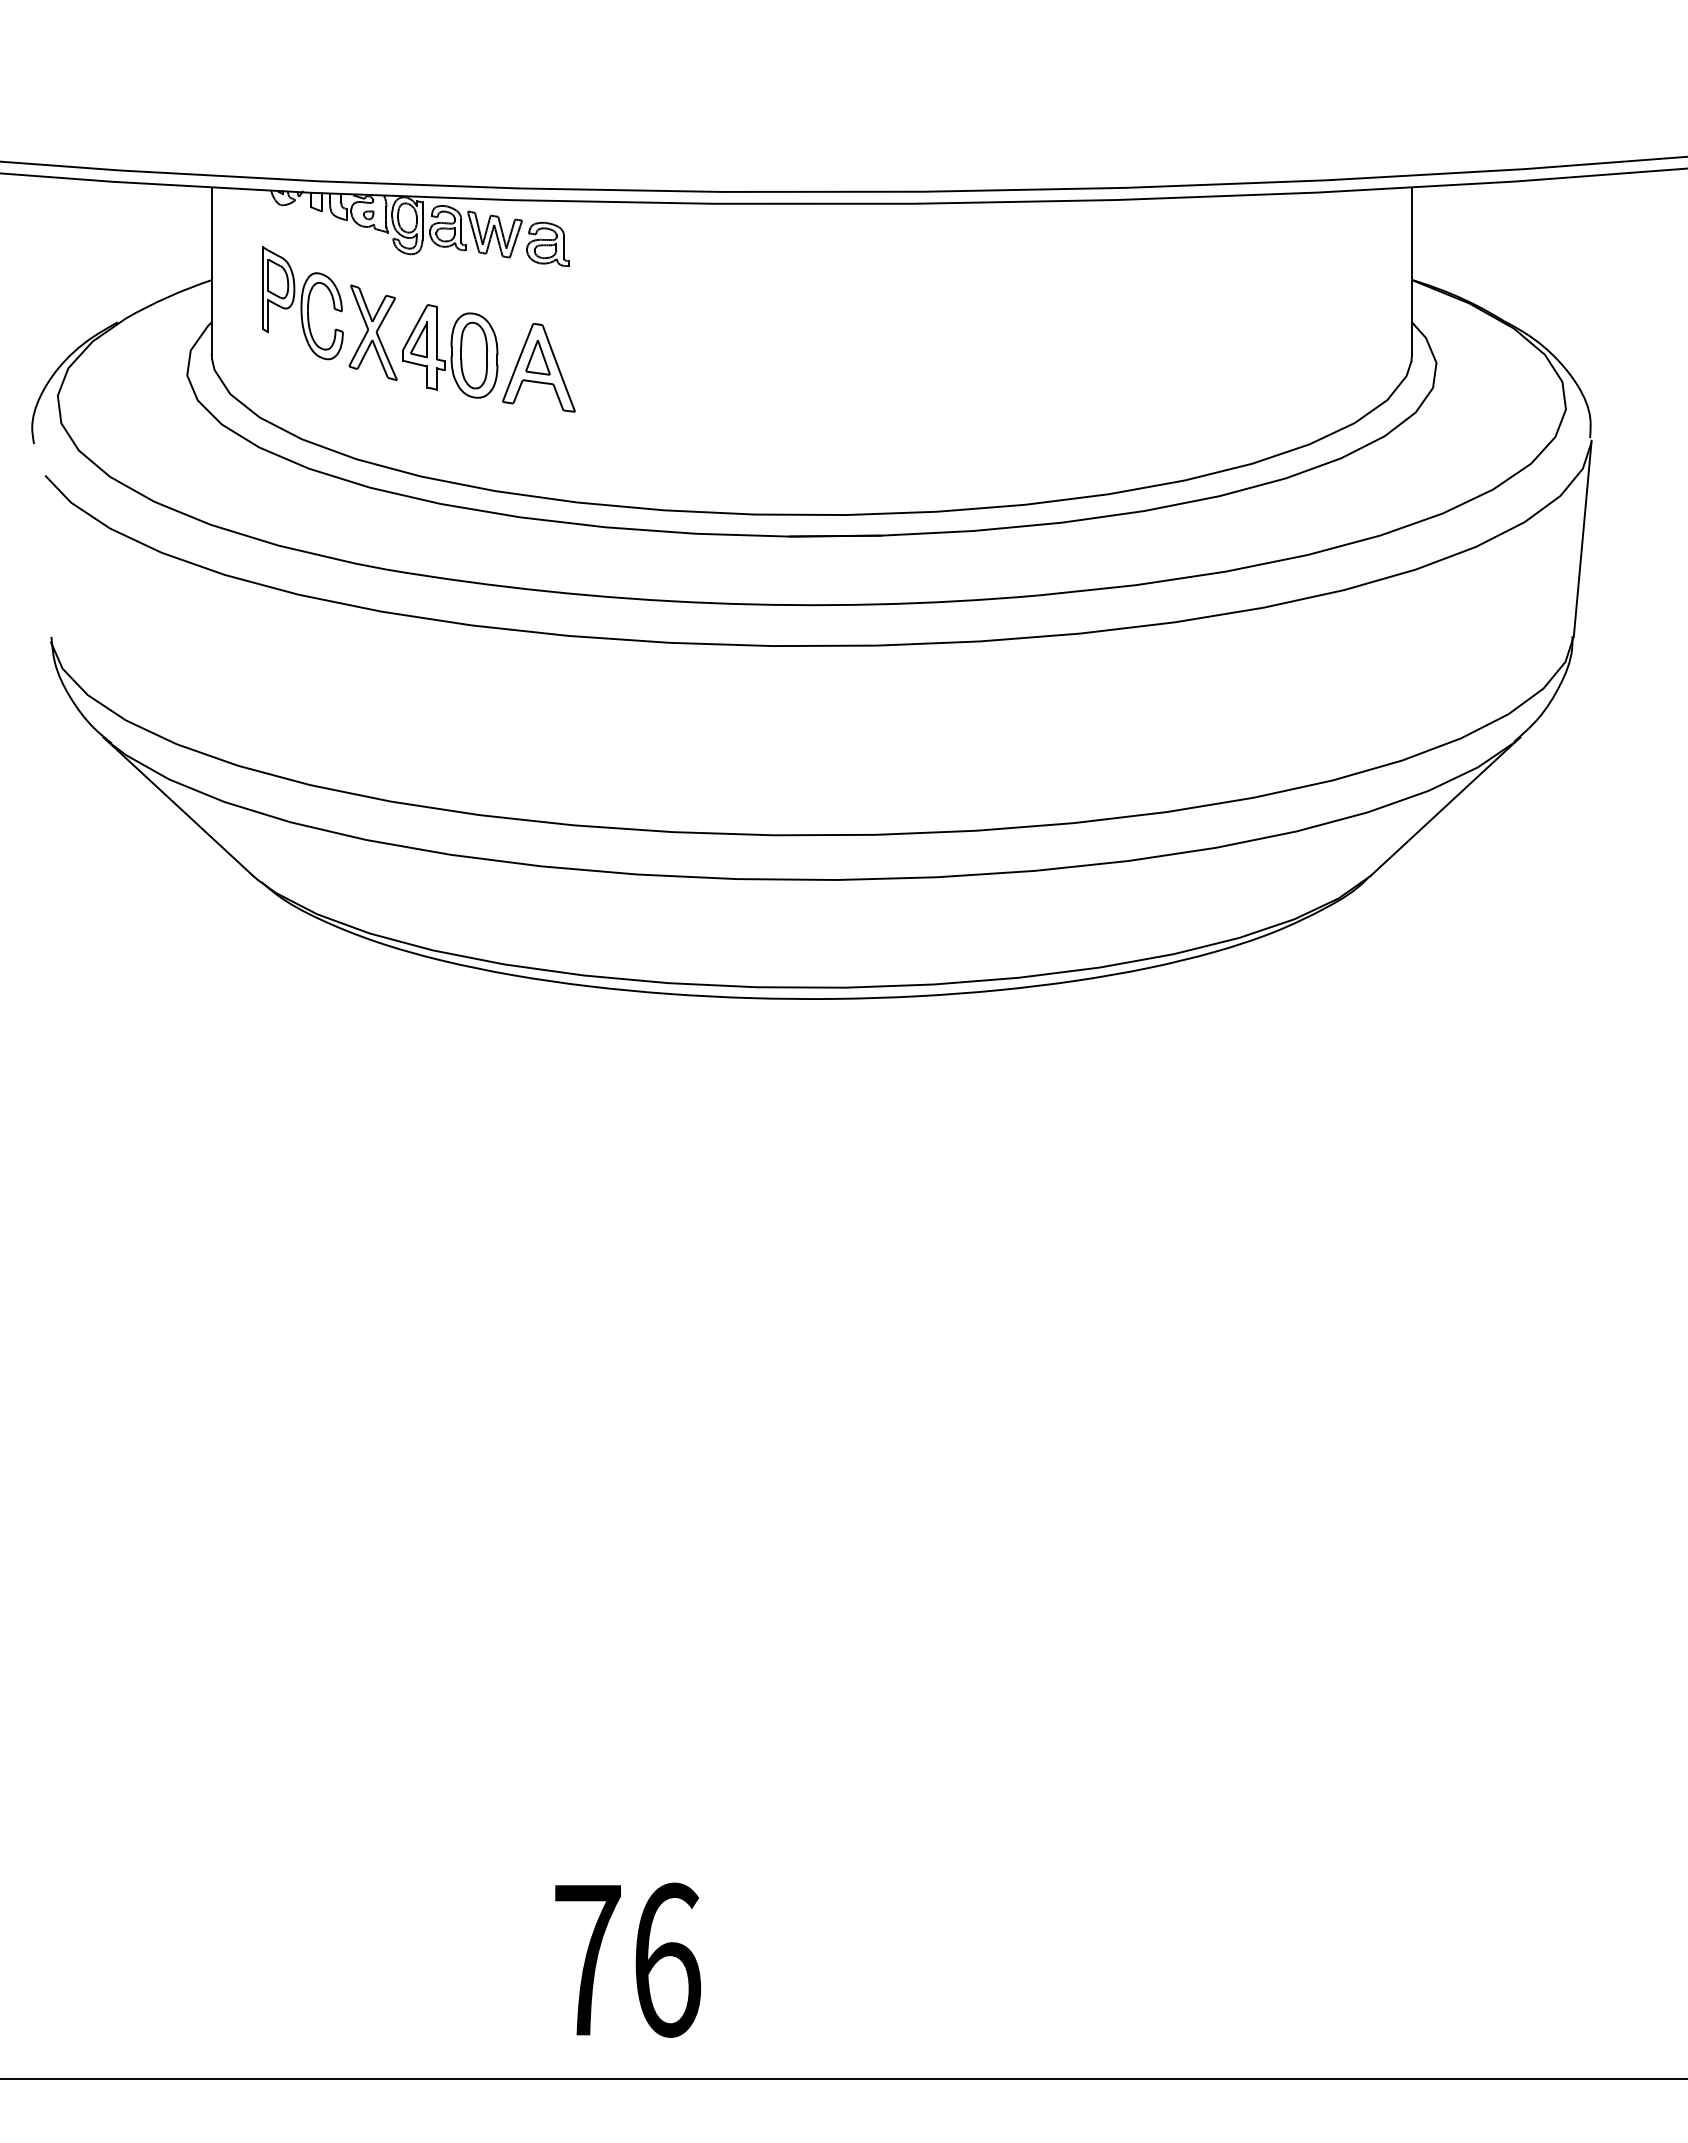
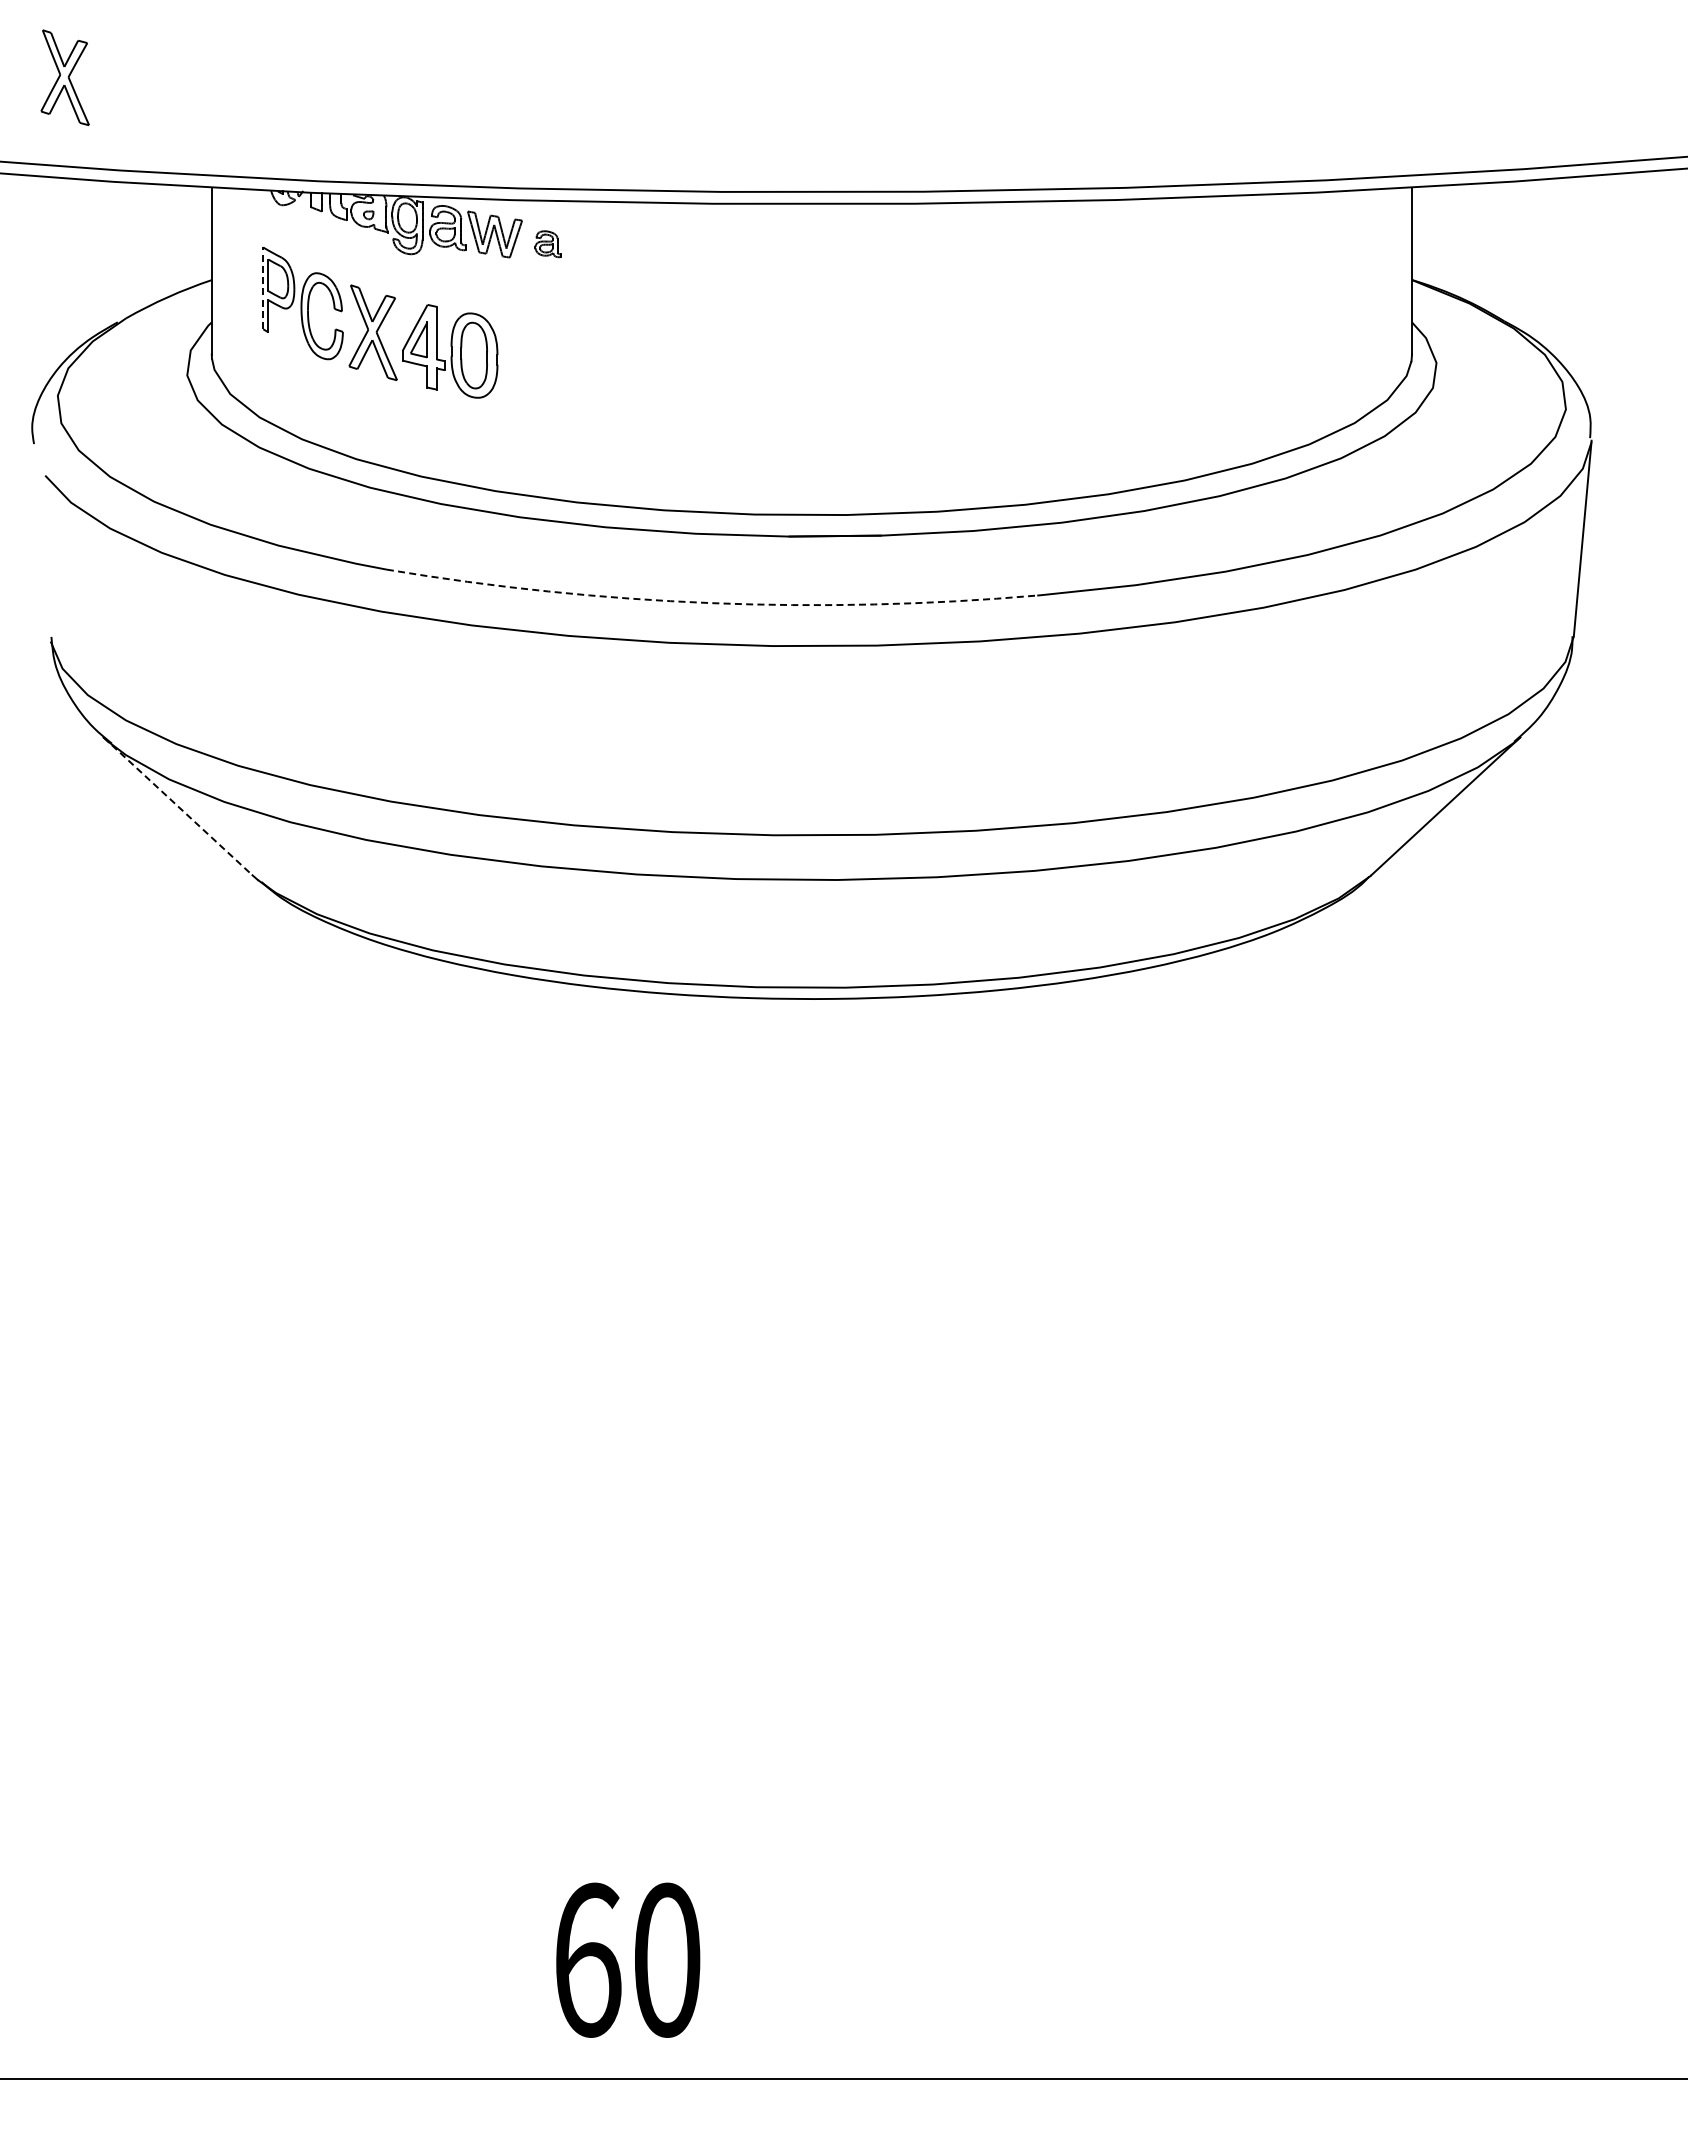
part at (64, 77): none -> present
part at (547, 243) size: 44x46 px -> 28x29 px
line at (263, 288): solid -> dashed
part at (538, 367): present -> none
arc at (711, 603): solid -> dashed
line at (178, 806): solid -> dashed
text at (628, 1959): 76 -> 60
